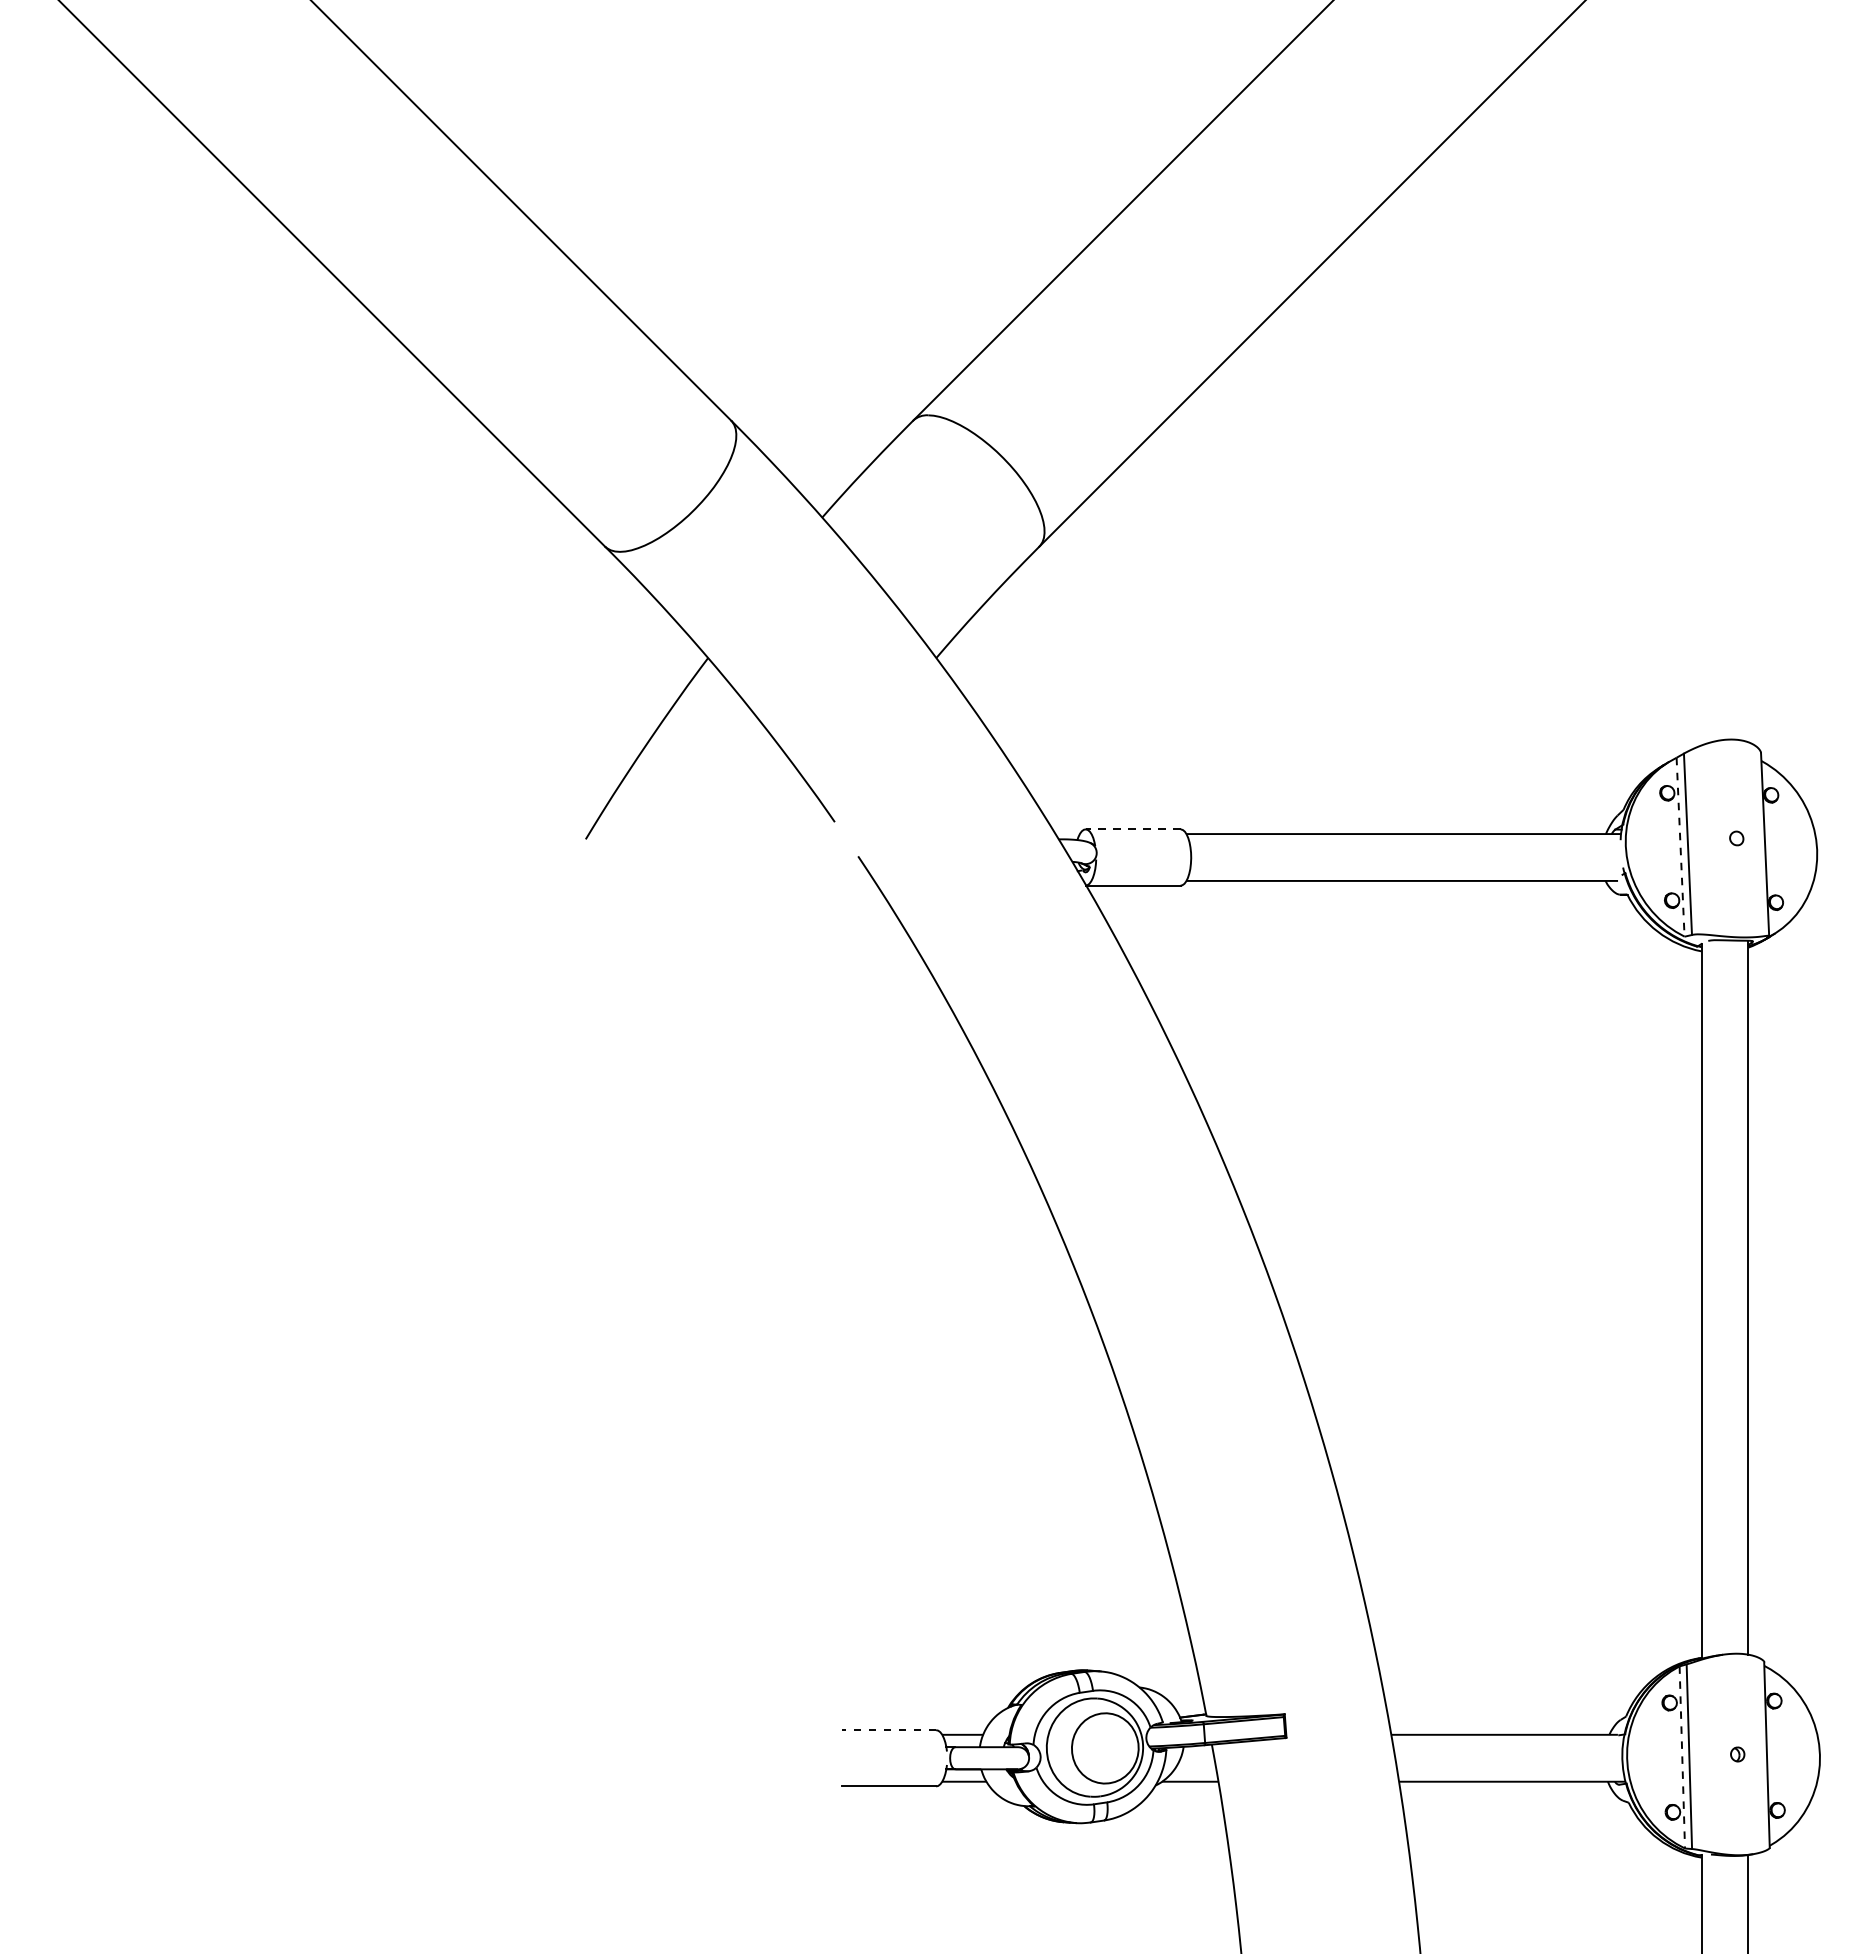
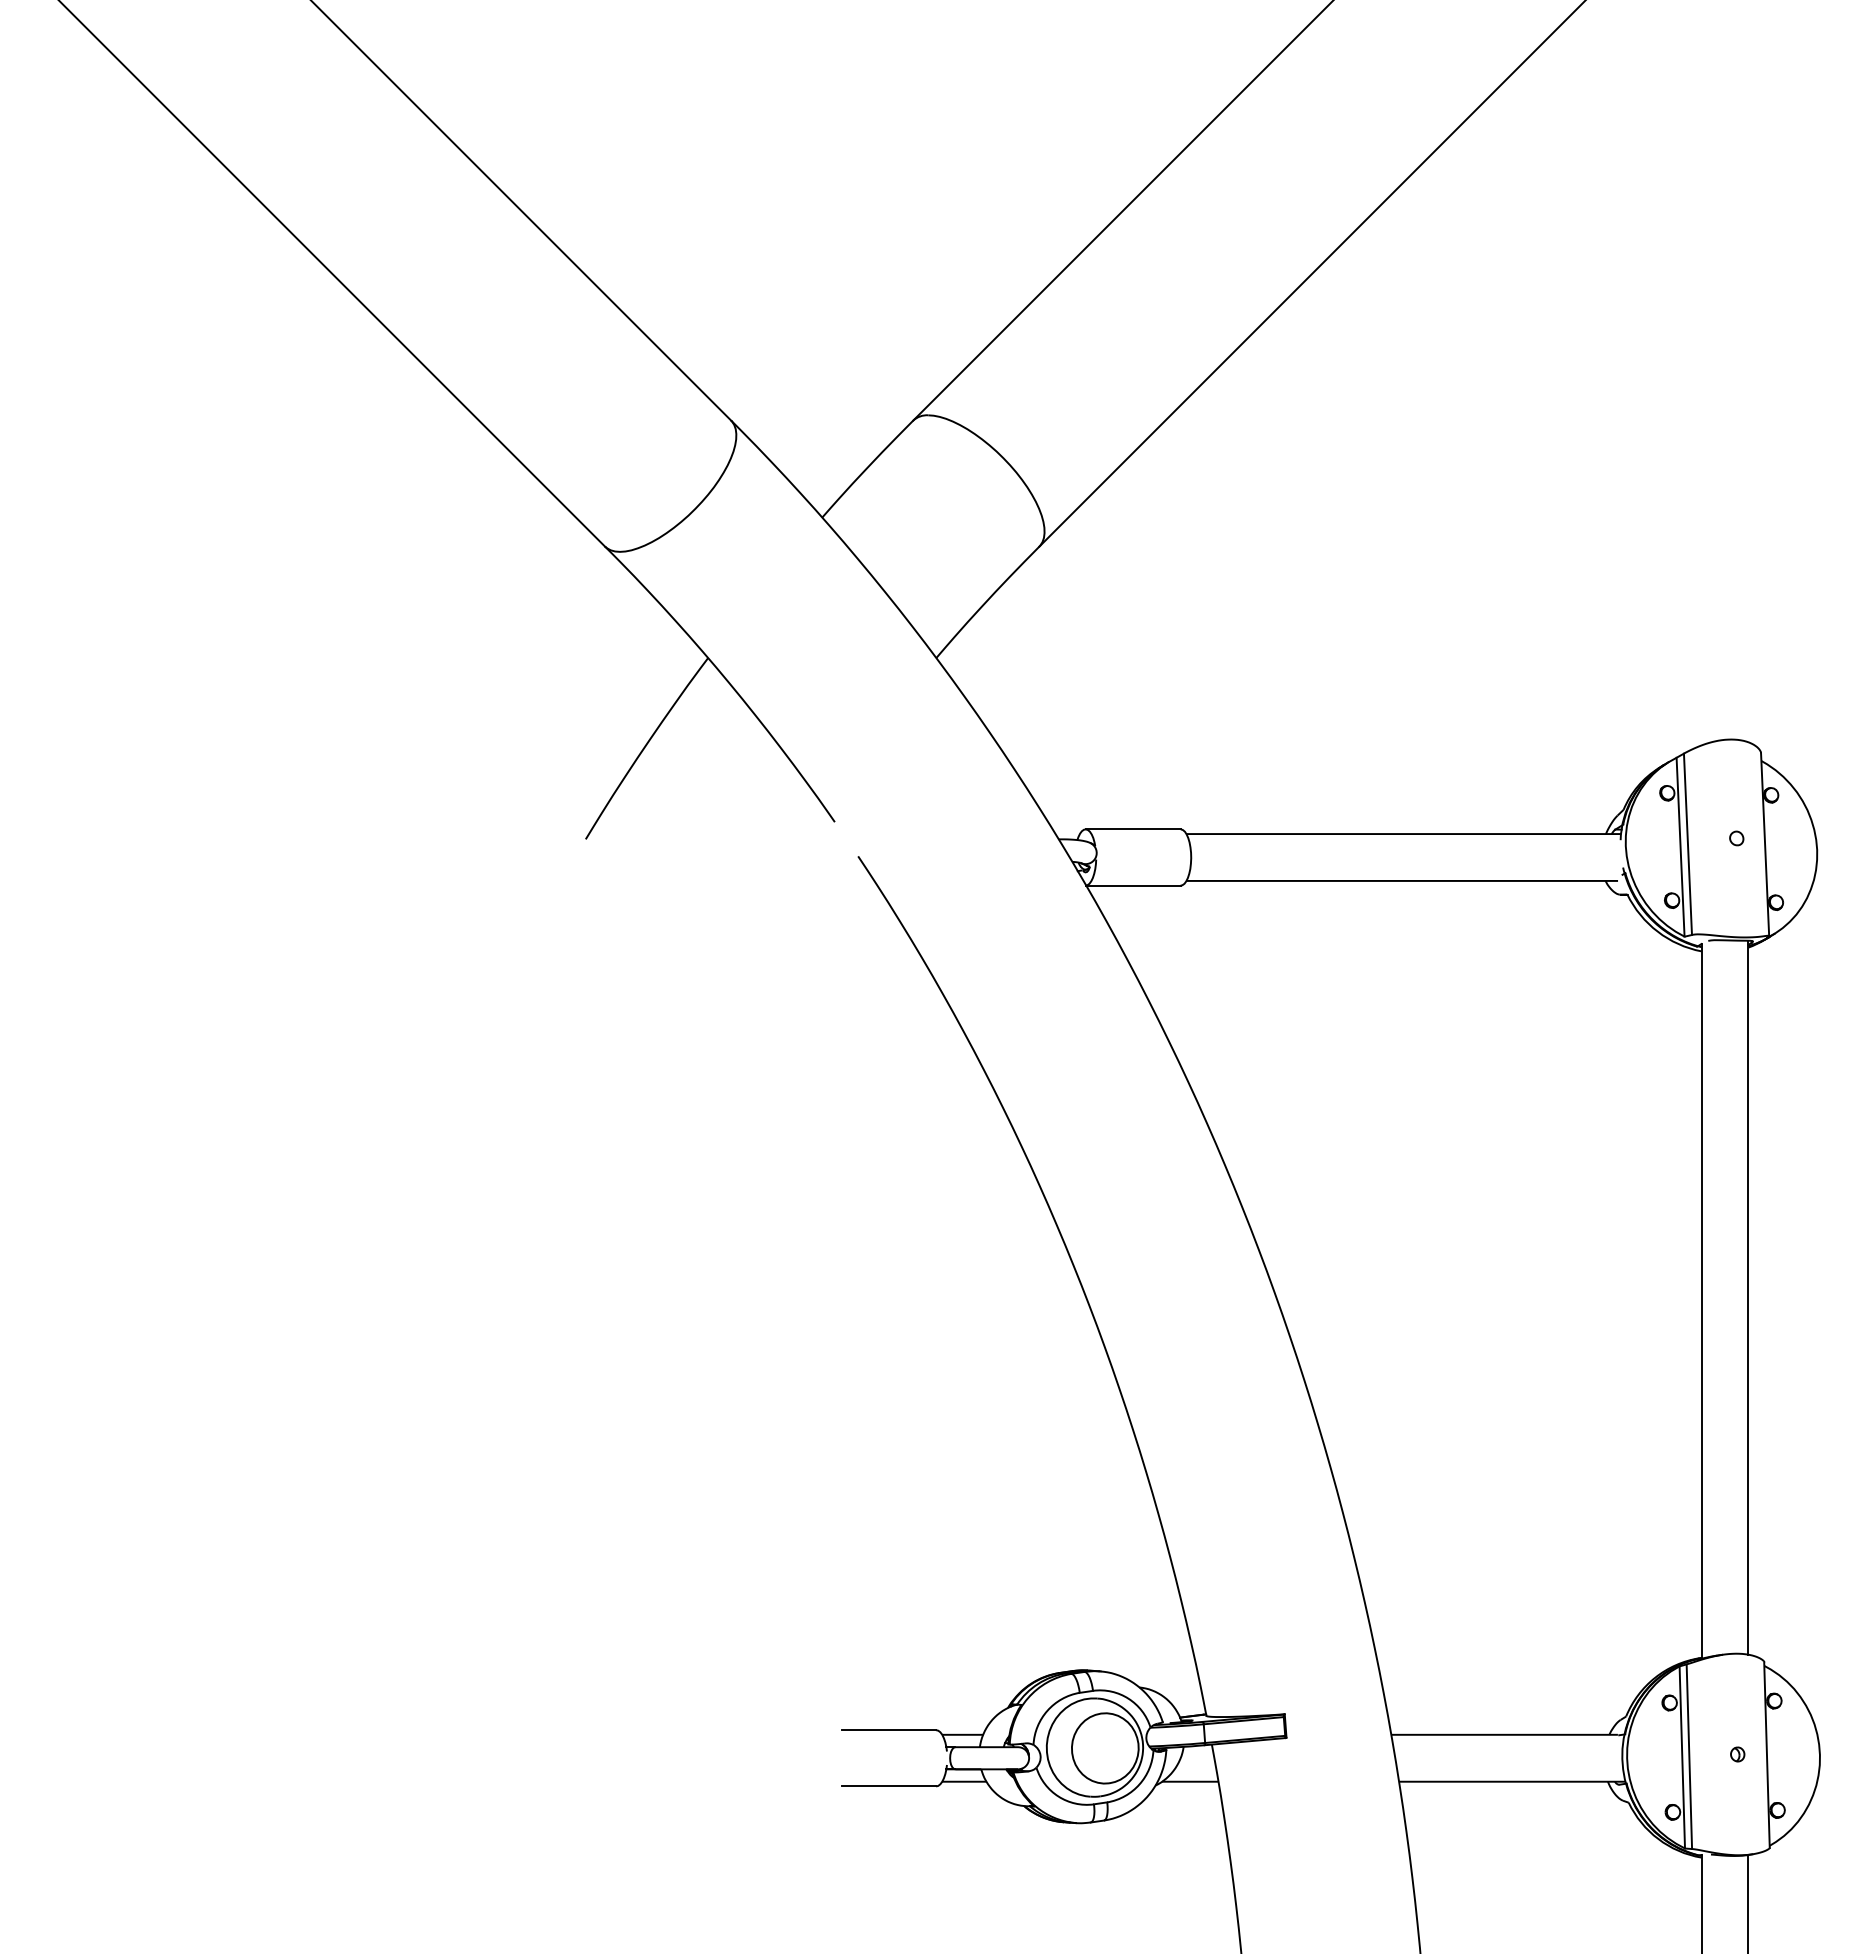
line at (1132, 829): dashed -> solid
line at (1680, 847): dashed -> solid
line at (889, 1730): dashed -> solid
line at (1682, 1757): dashed -> solid
